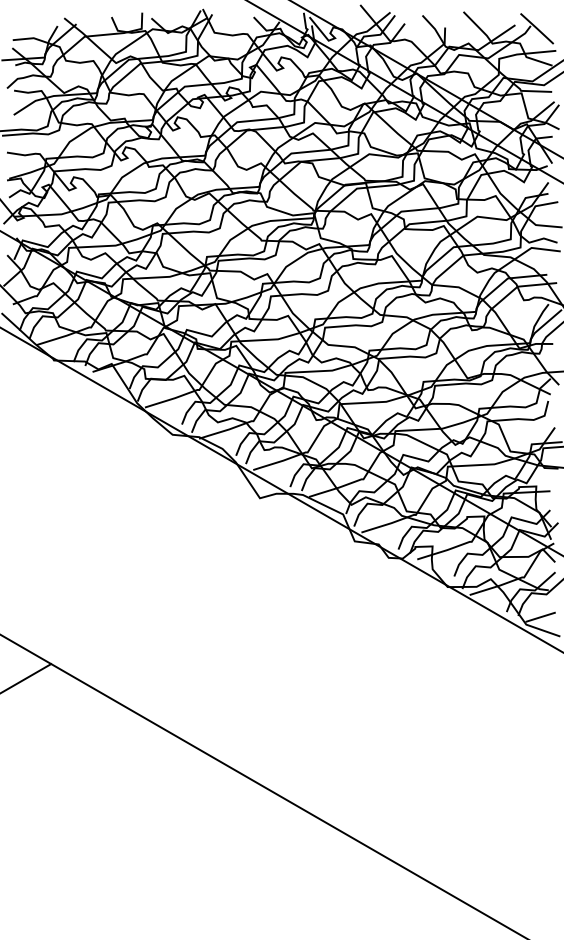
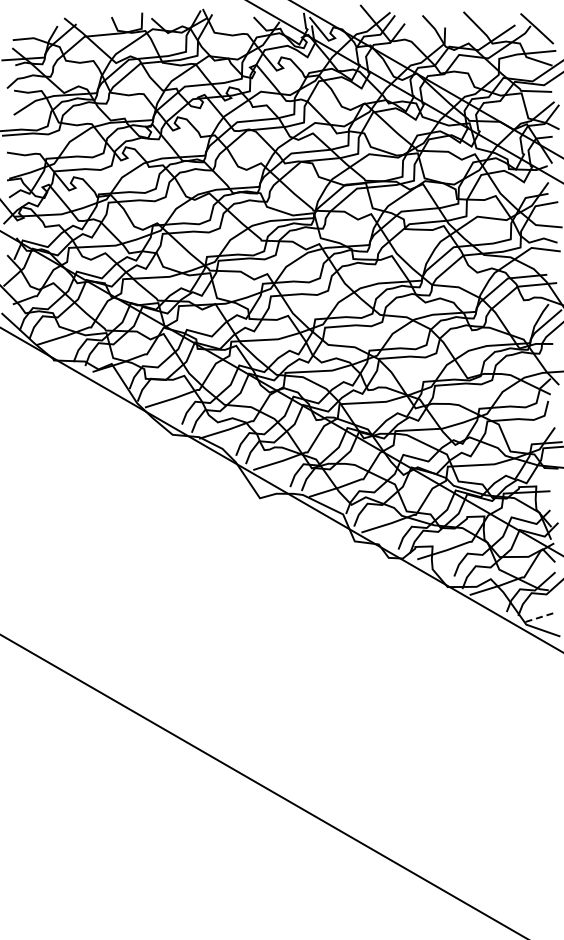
line at (540, 617): solid -> dashed
line at (26, 678): present -> none
